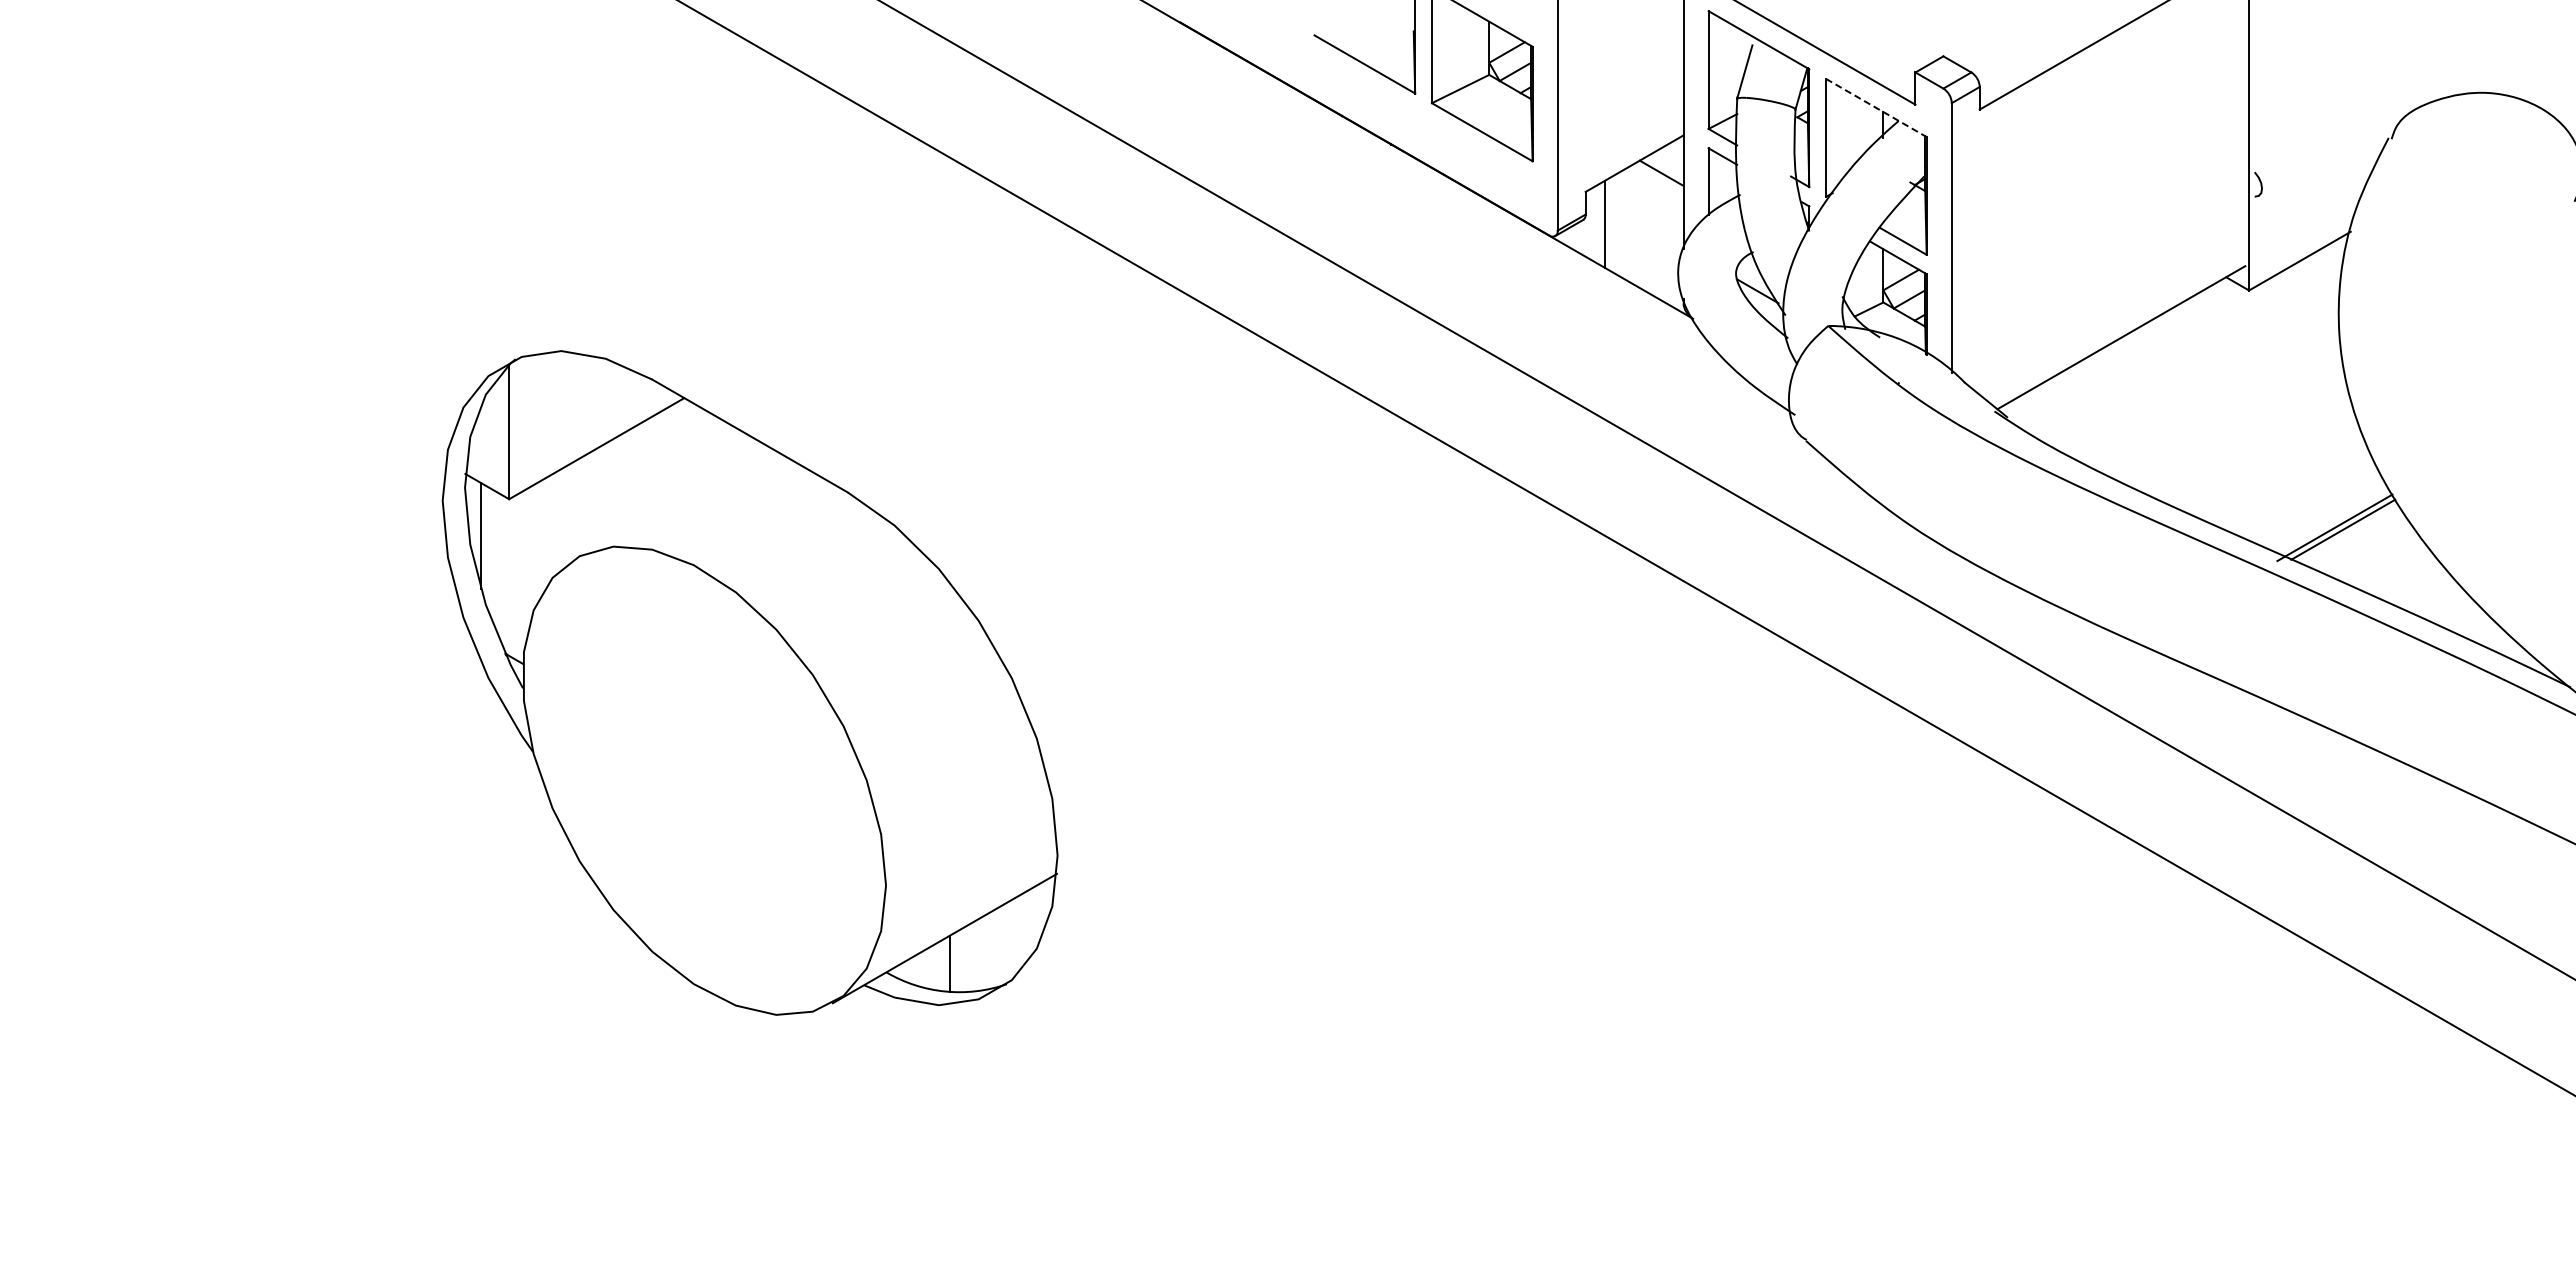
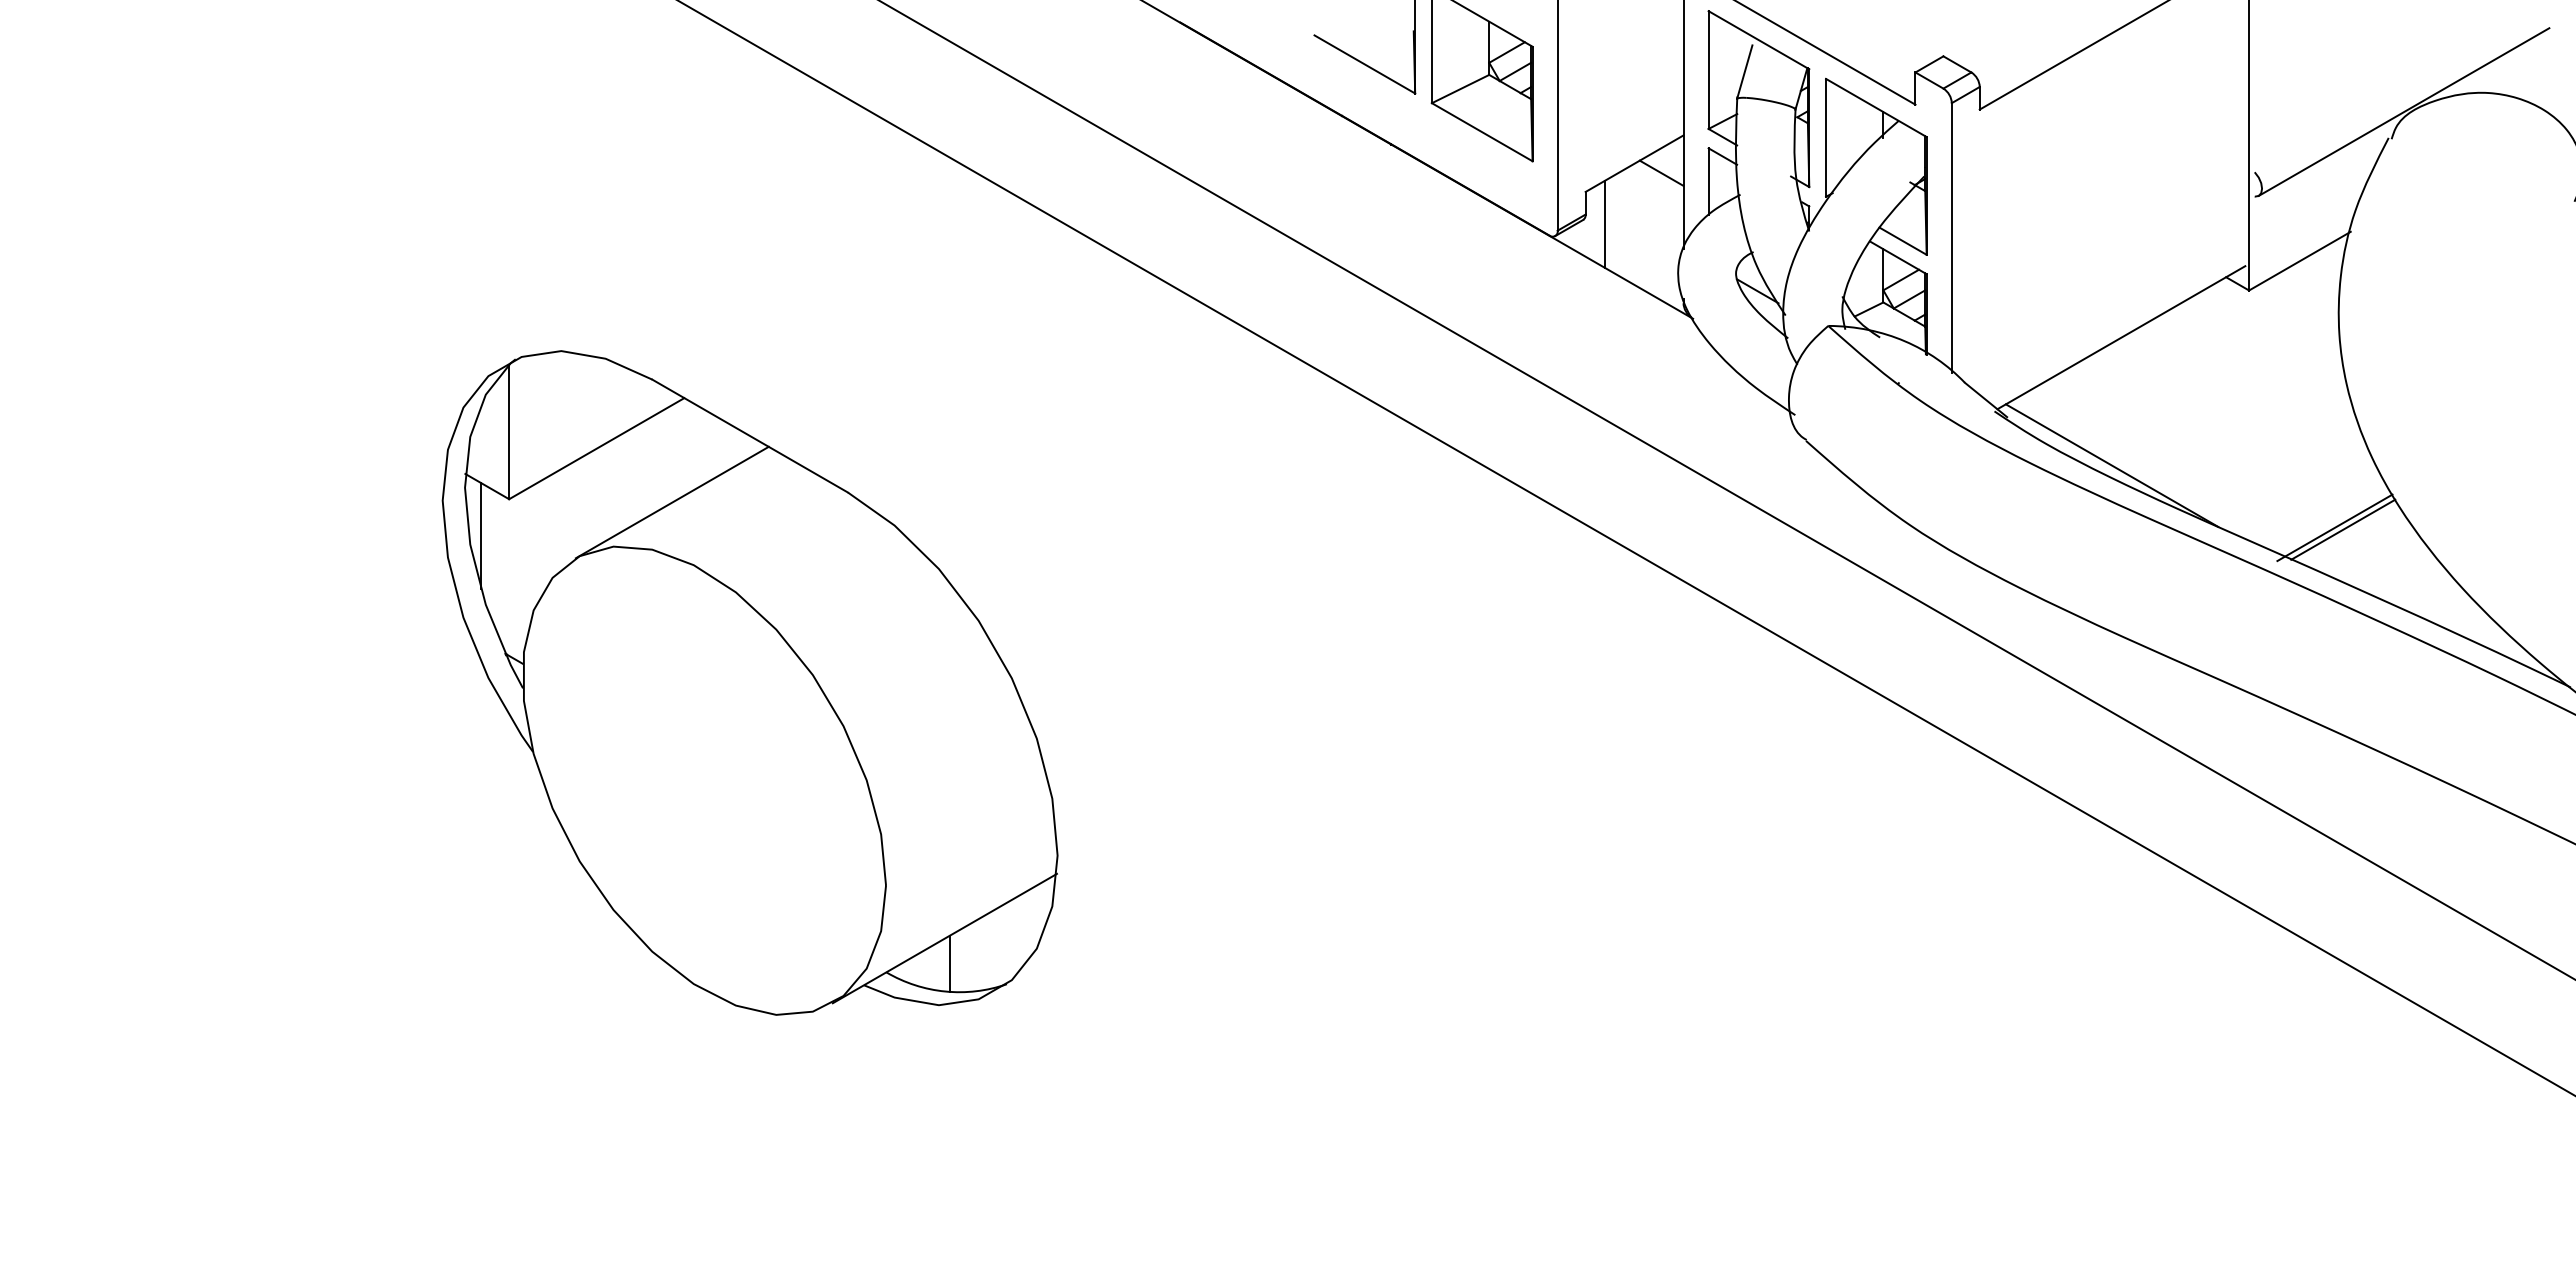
line at (1876, 108): dashed -> solid
line at (2403, 111): none -> present
line at (2111, 465): none -> present
line at (671, 502): none -> present
